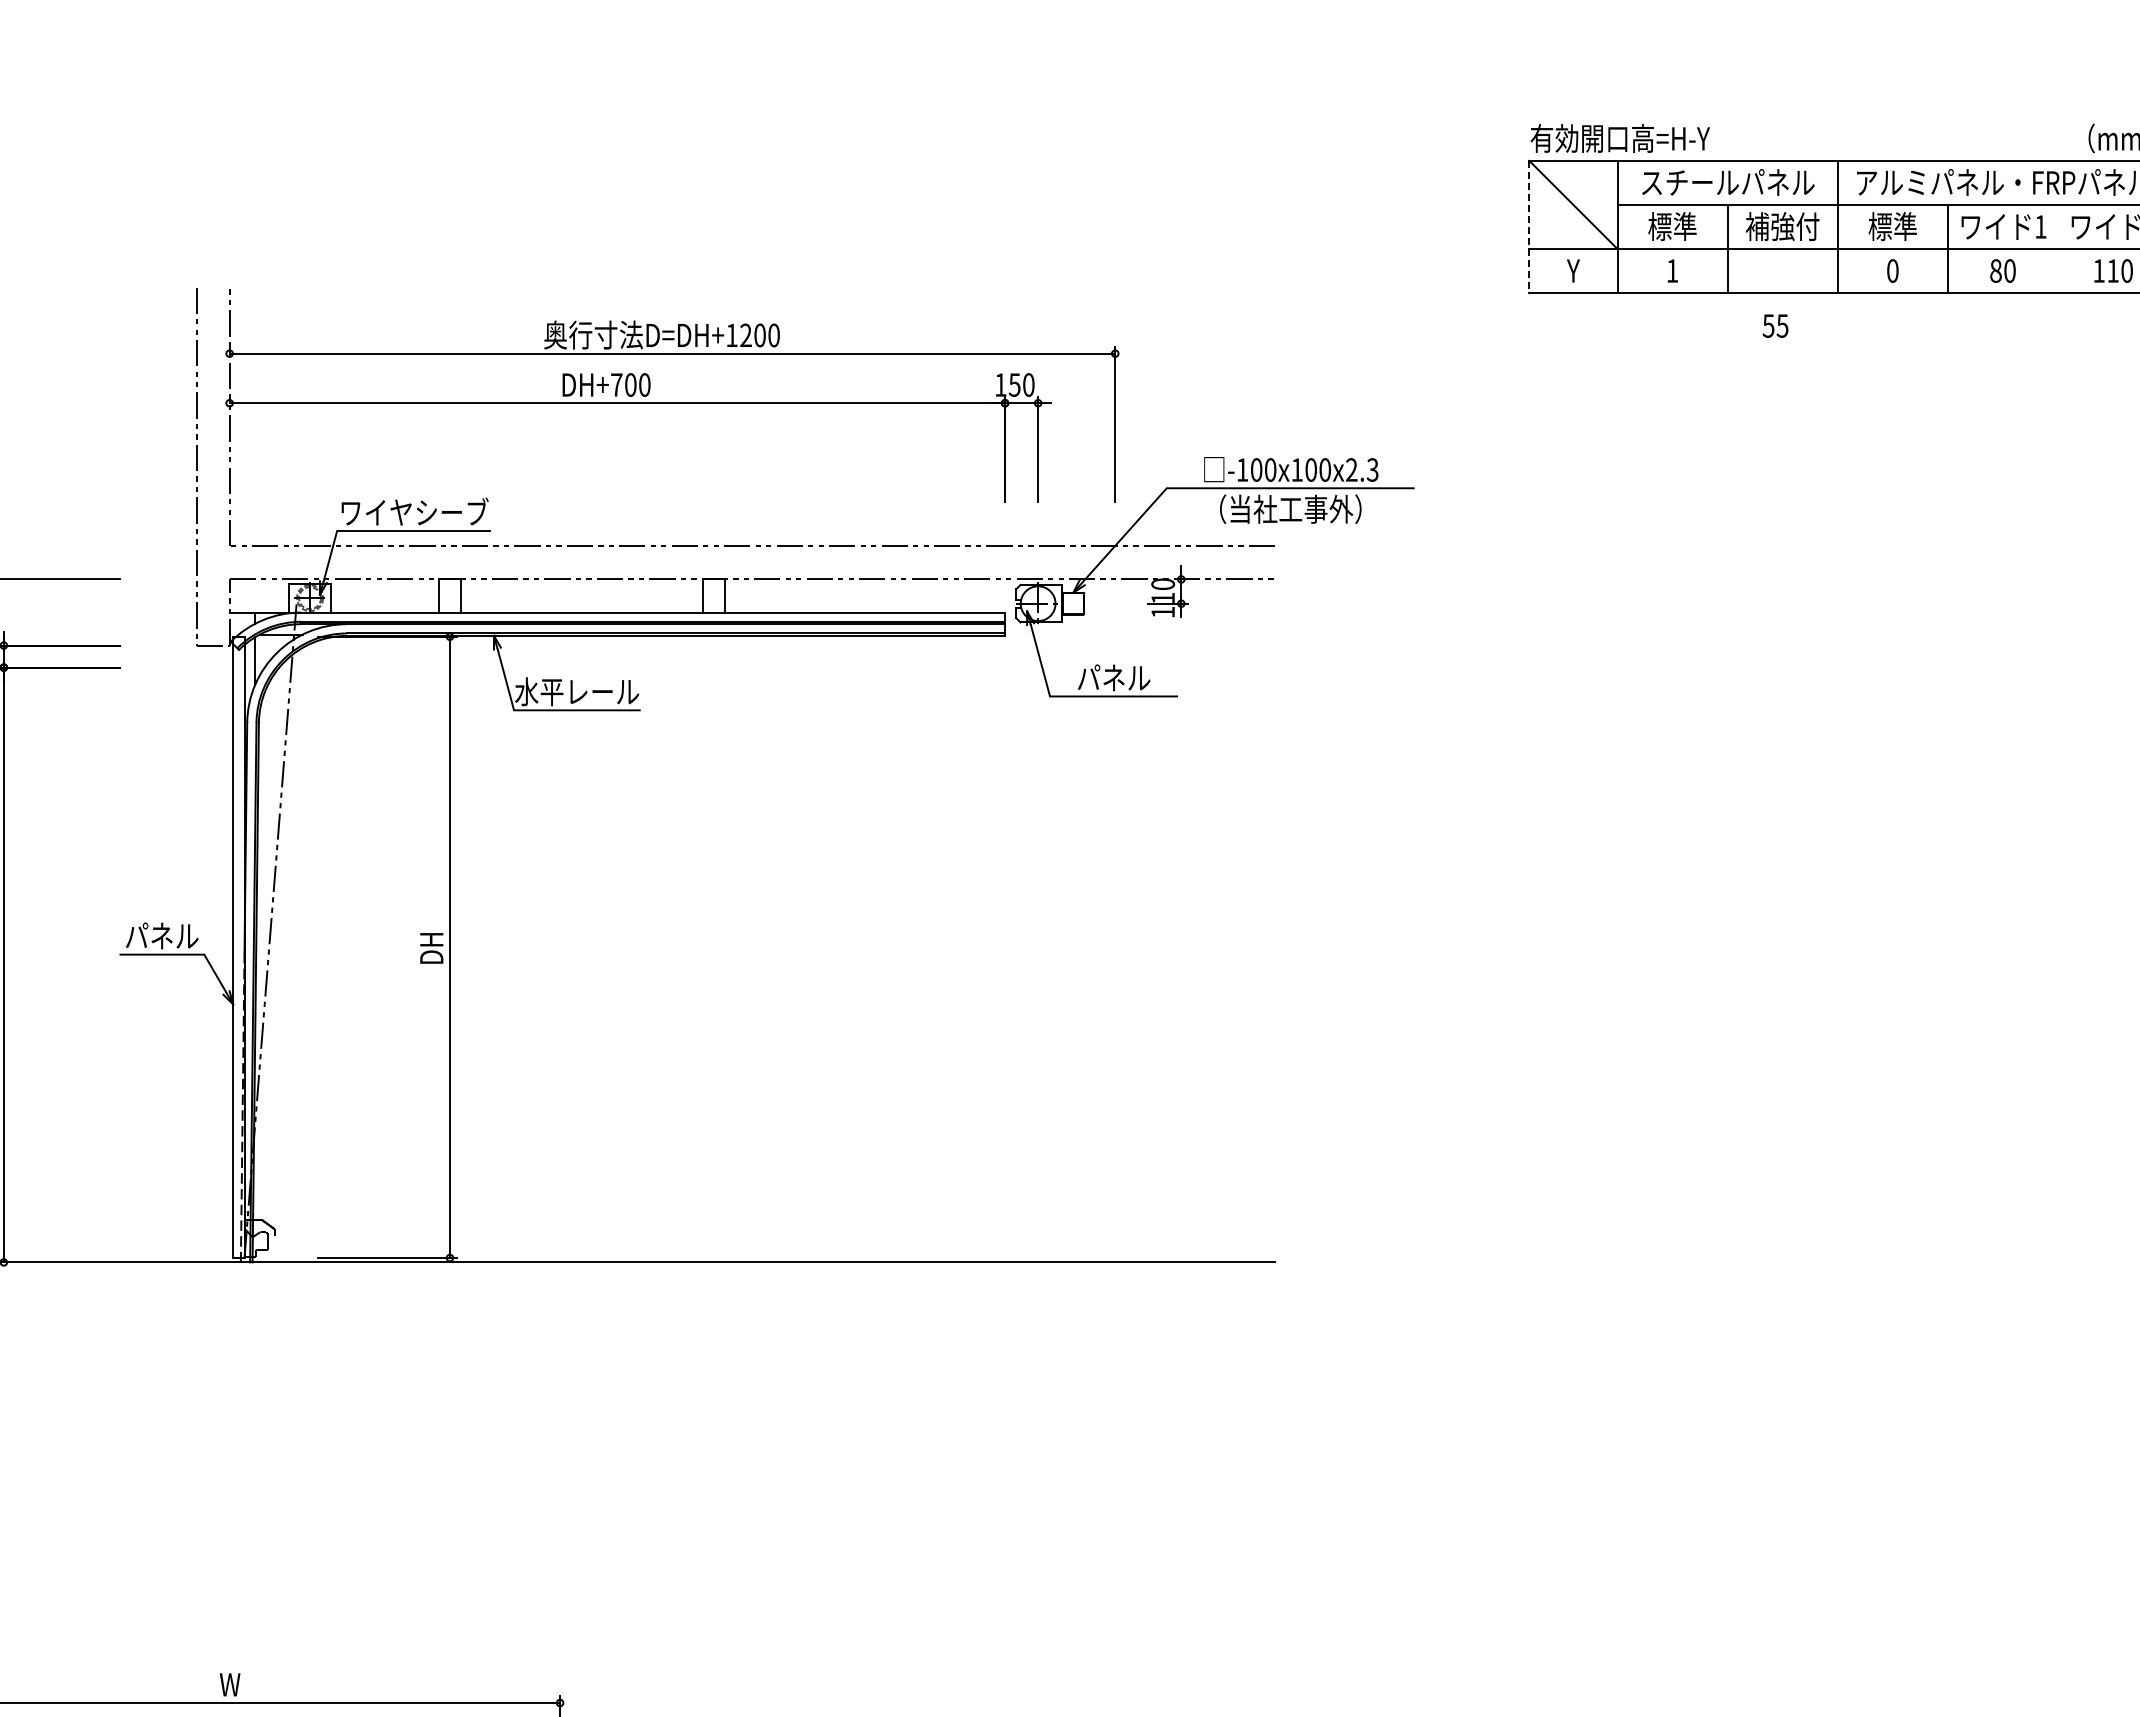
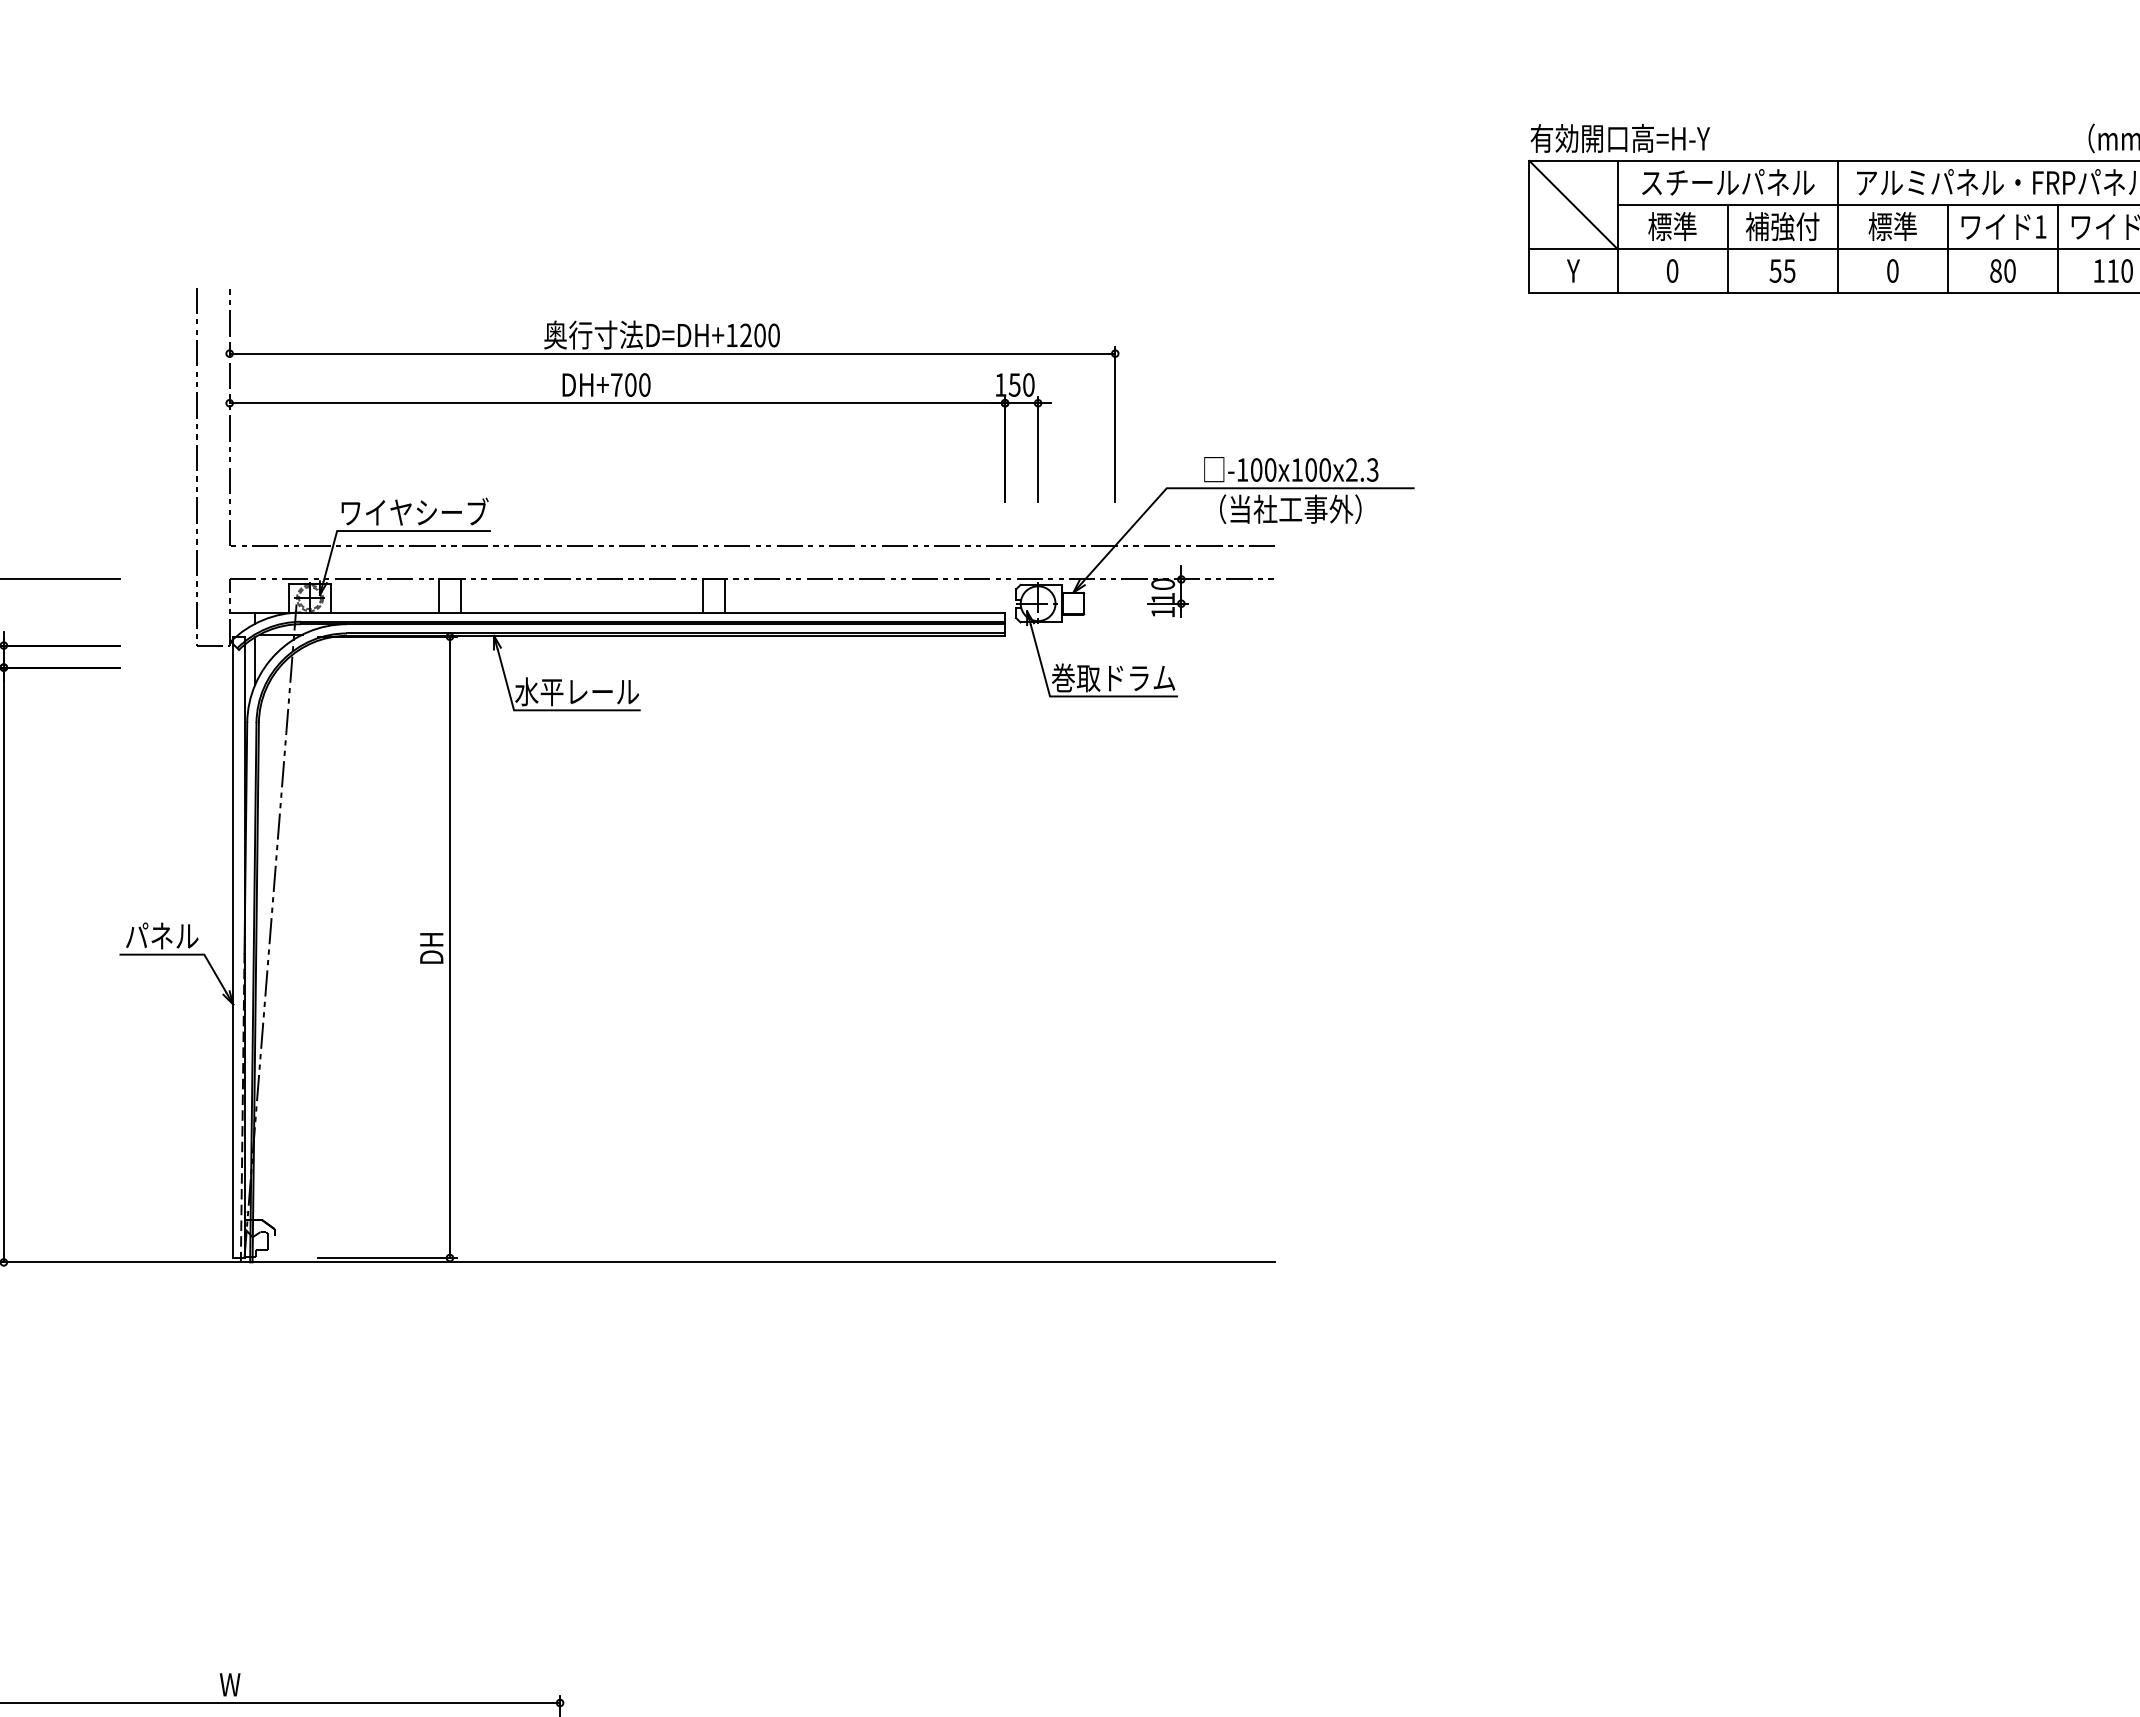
line at (1529, 227): dashed -> solid
line at (2058, 248): none -> present
text at (1672, 270): 1 -> 0
text at (1775, 325) position: (1775, 325) -> (1782, 270)
text at (1113, 677): パネル -> 巻取ドラム
